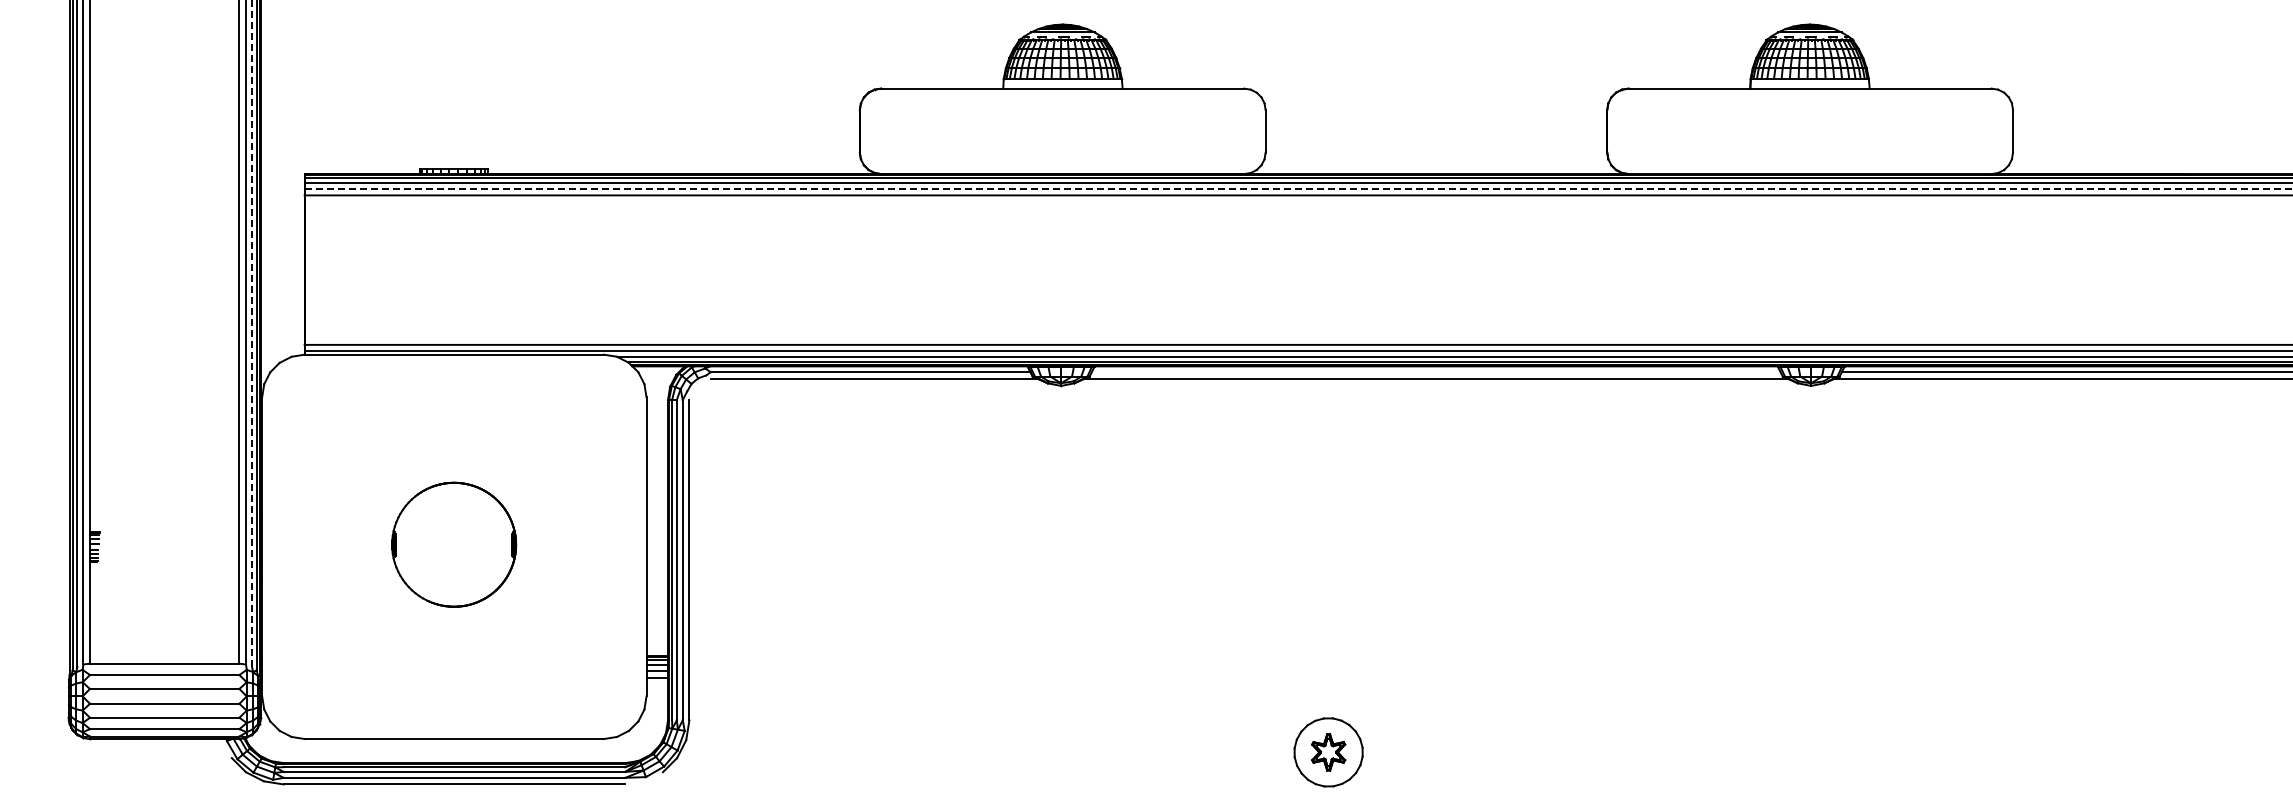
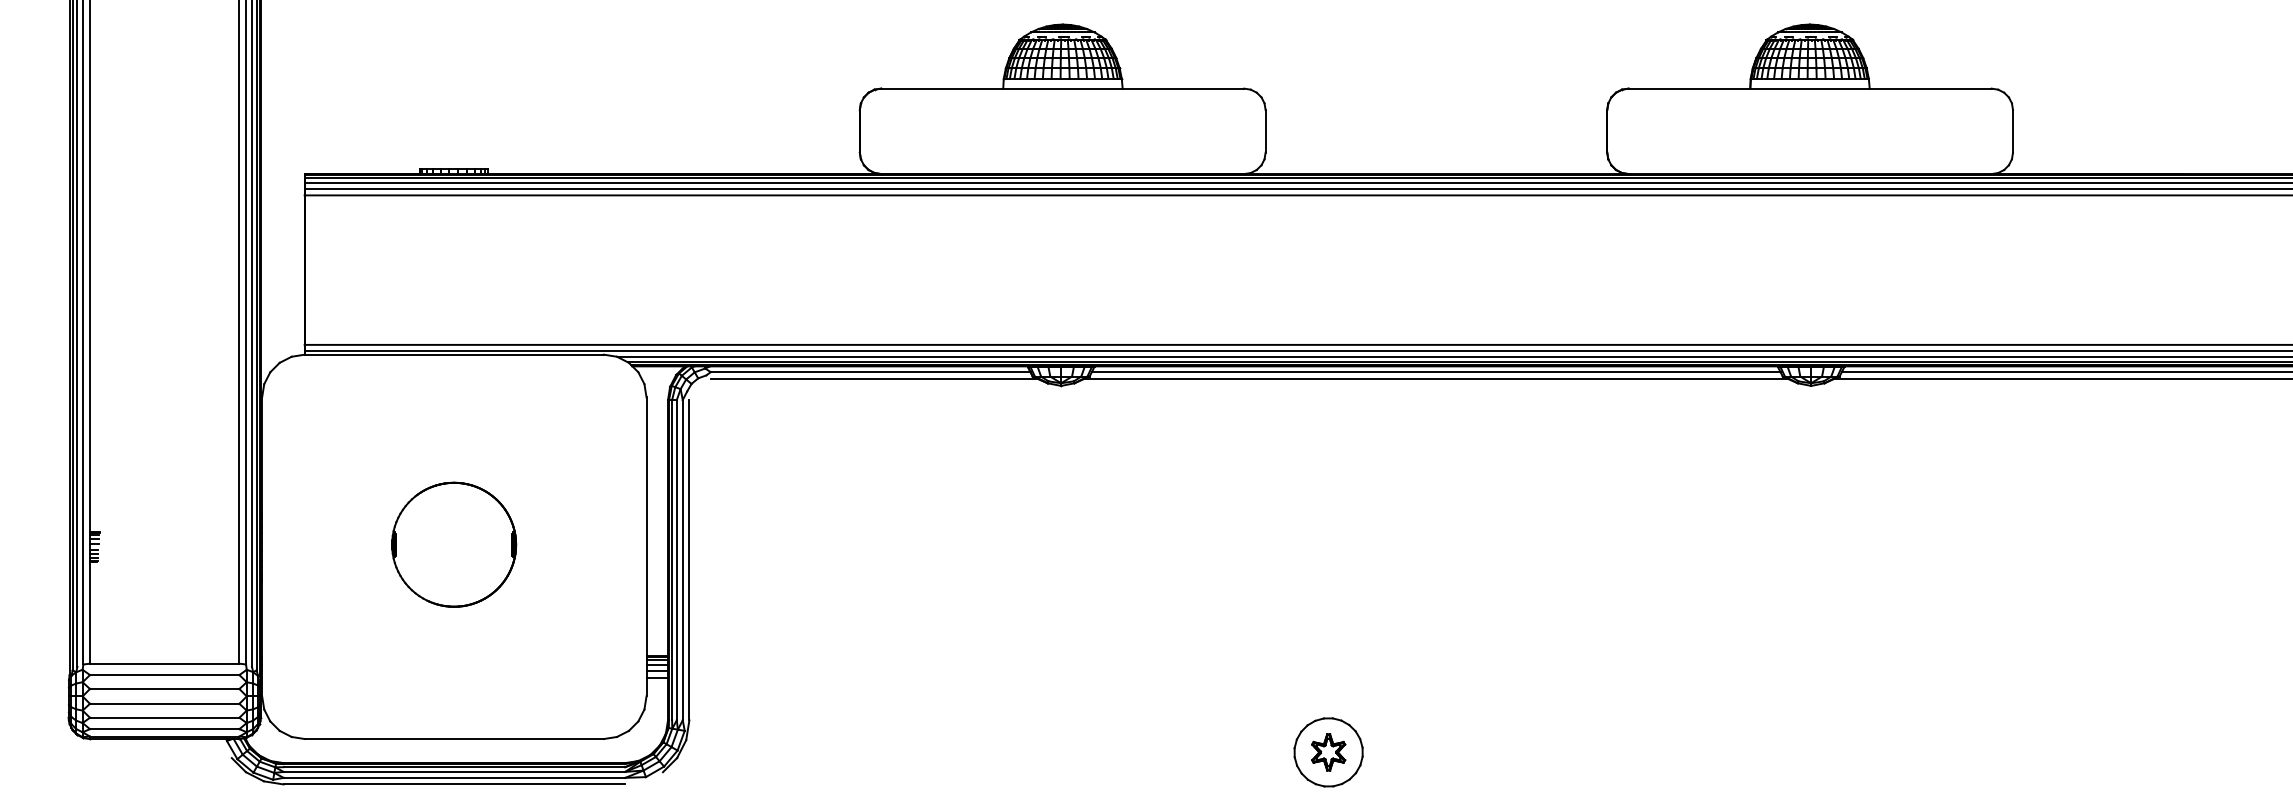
line at (1298, 188): dashed -> solid
line at (252, 333): dashed -> solid
line at (1435, 372): none -> present
